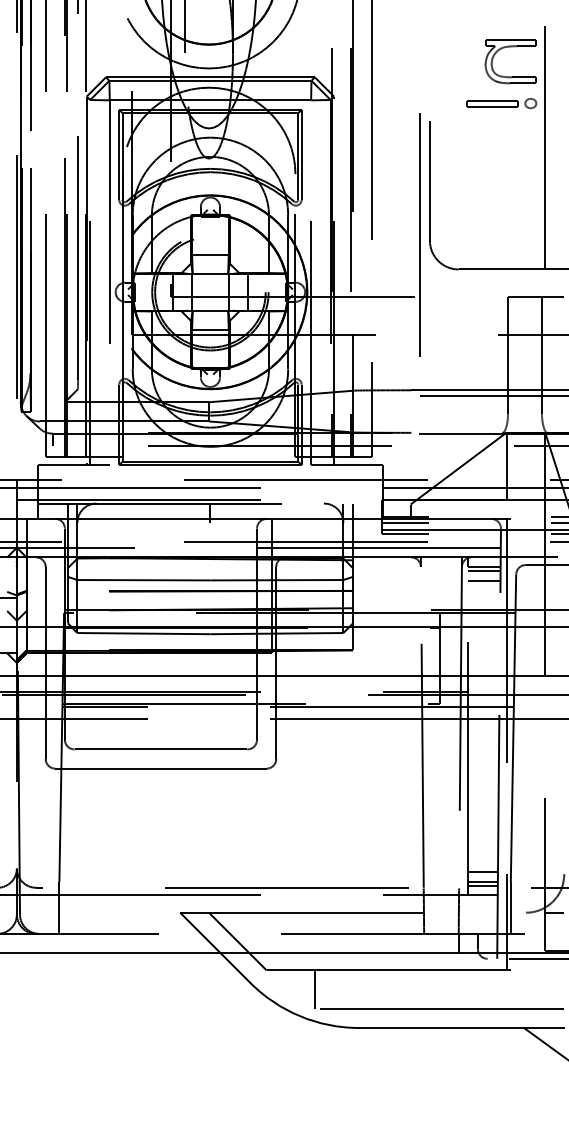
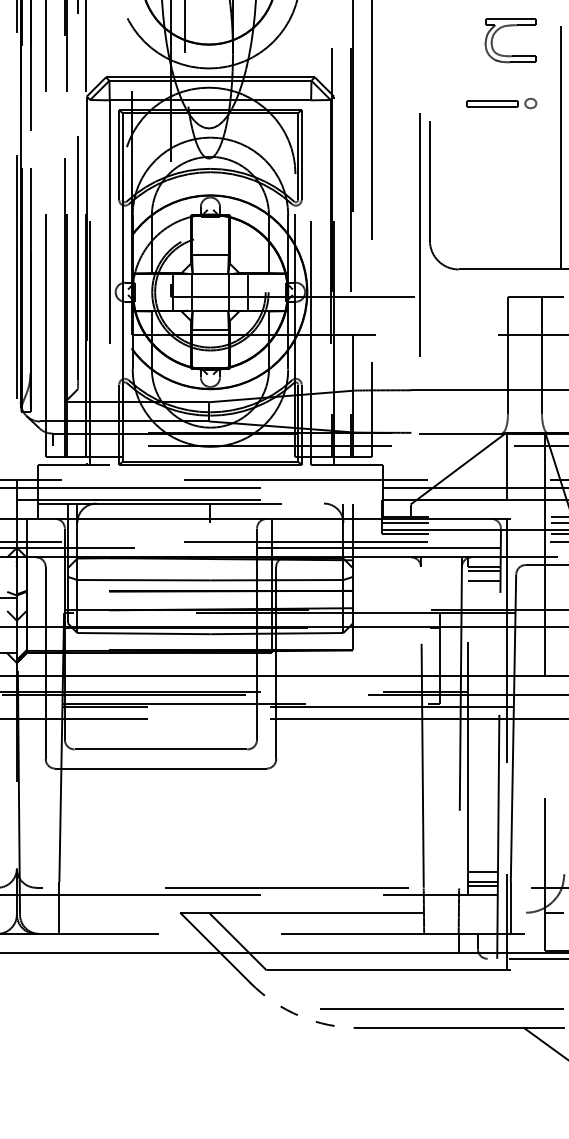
part at (510, 47) position: (510, 47) -> (510, 26)
line at (545, 135) position: (545, 135) -> (561, 135)
line at (492, 396): present -> none
line at (314, 989): present -> none
arc at (300, 1016): solid -> dashed
